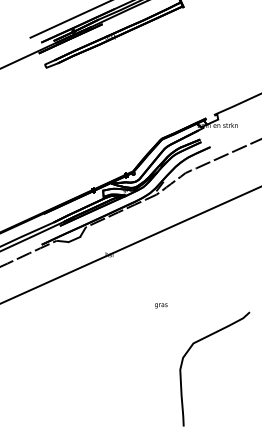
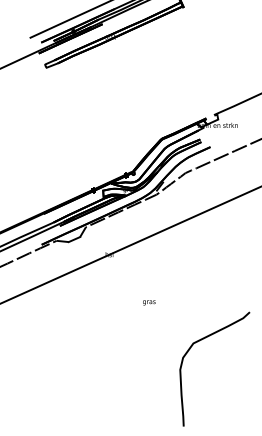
text at (161, 305) position: (161, 305) -> (149, 302)
